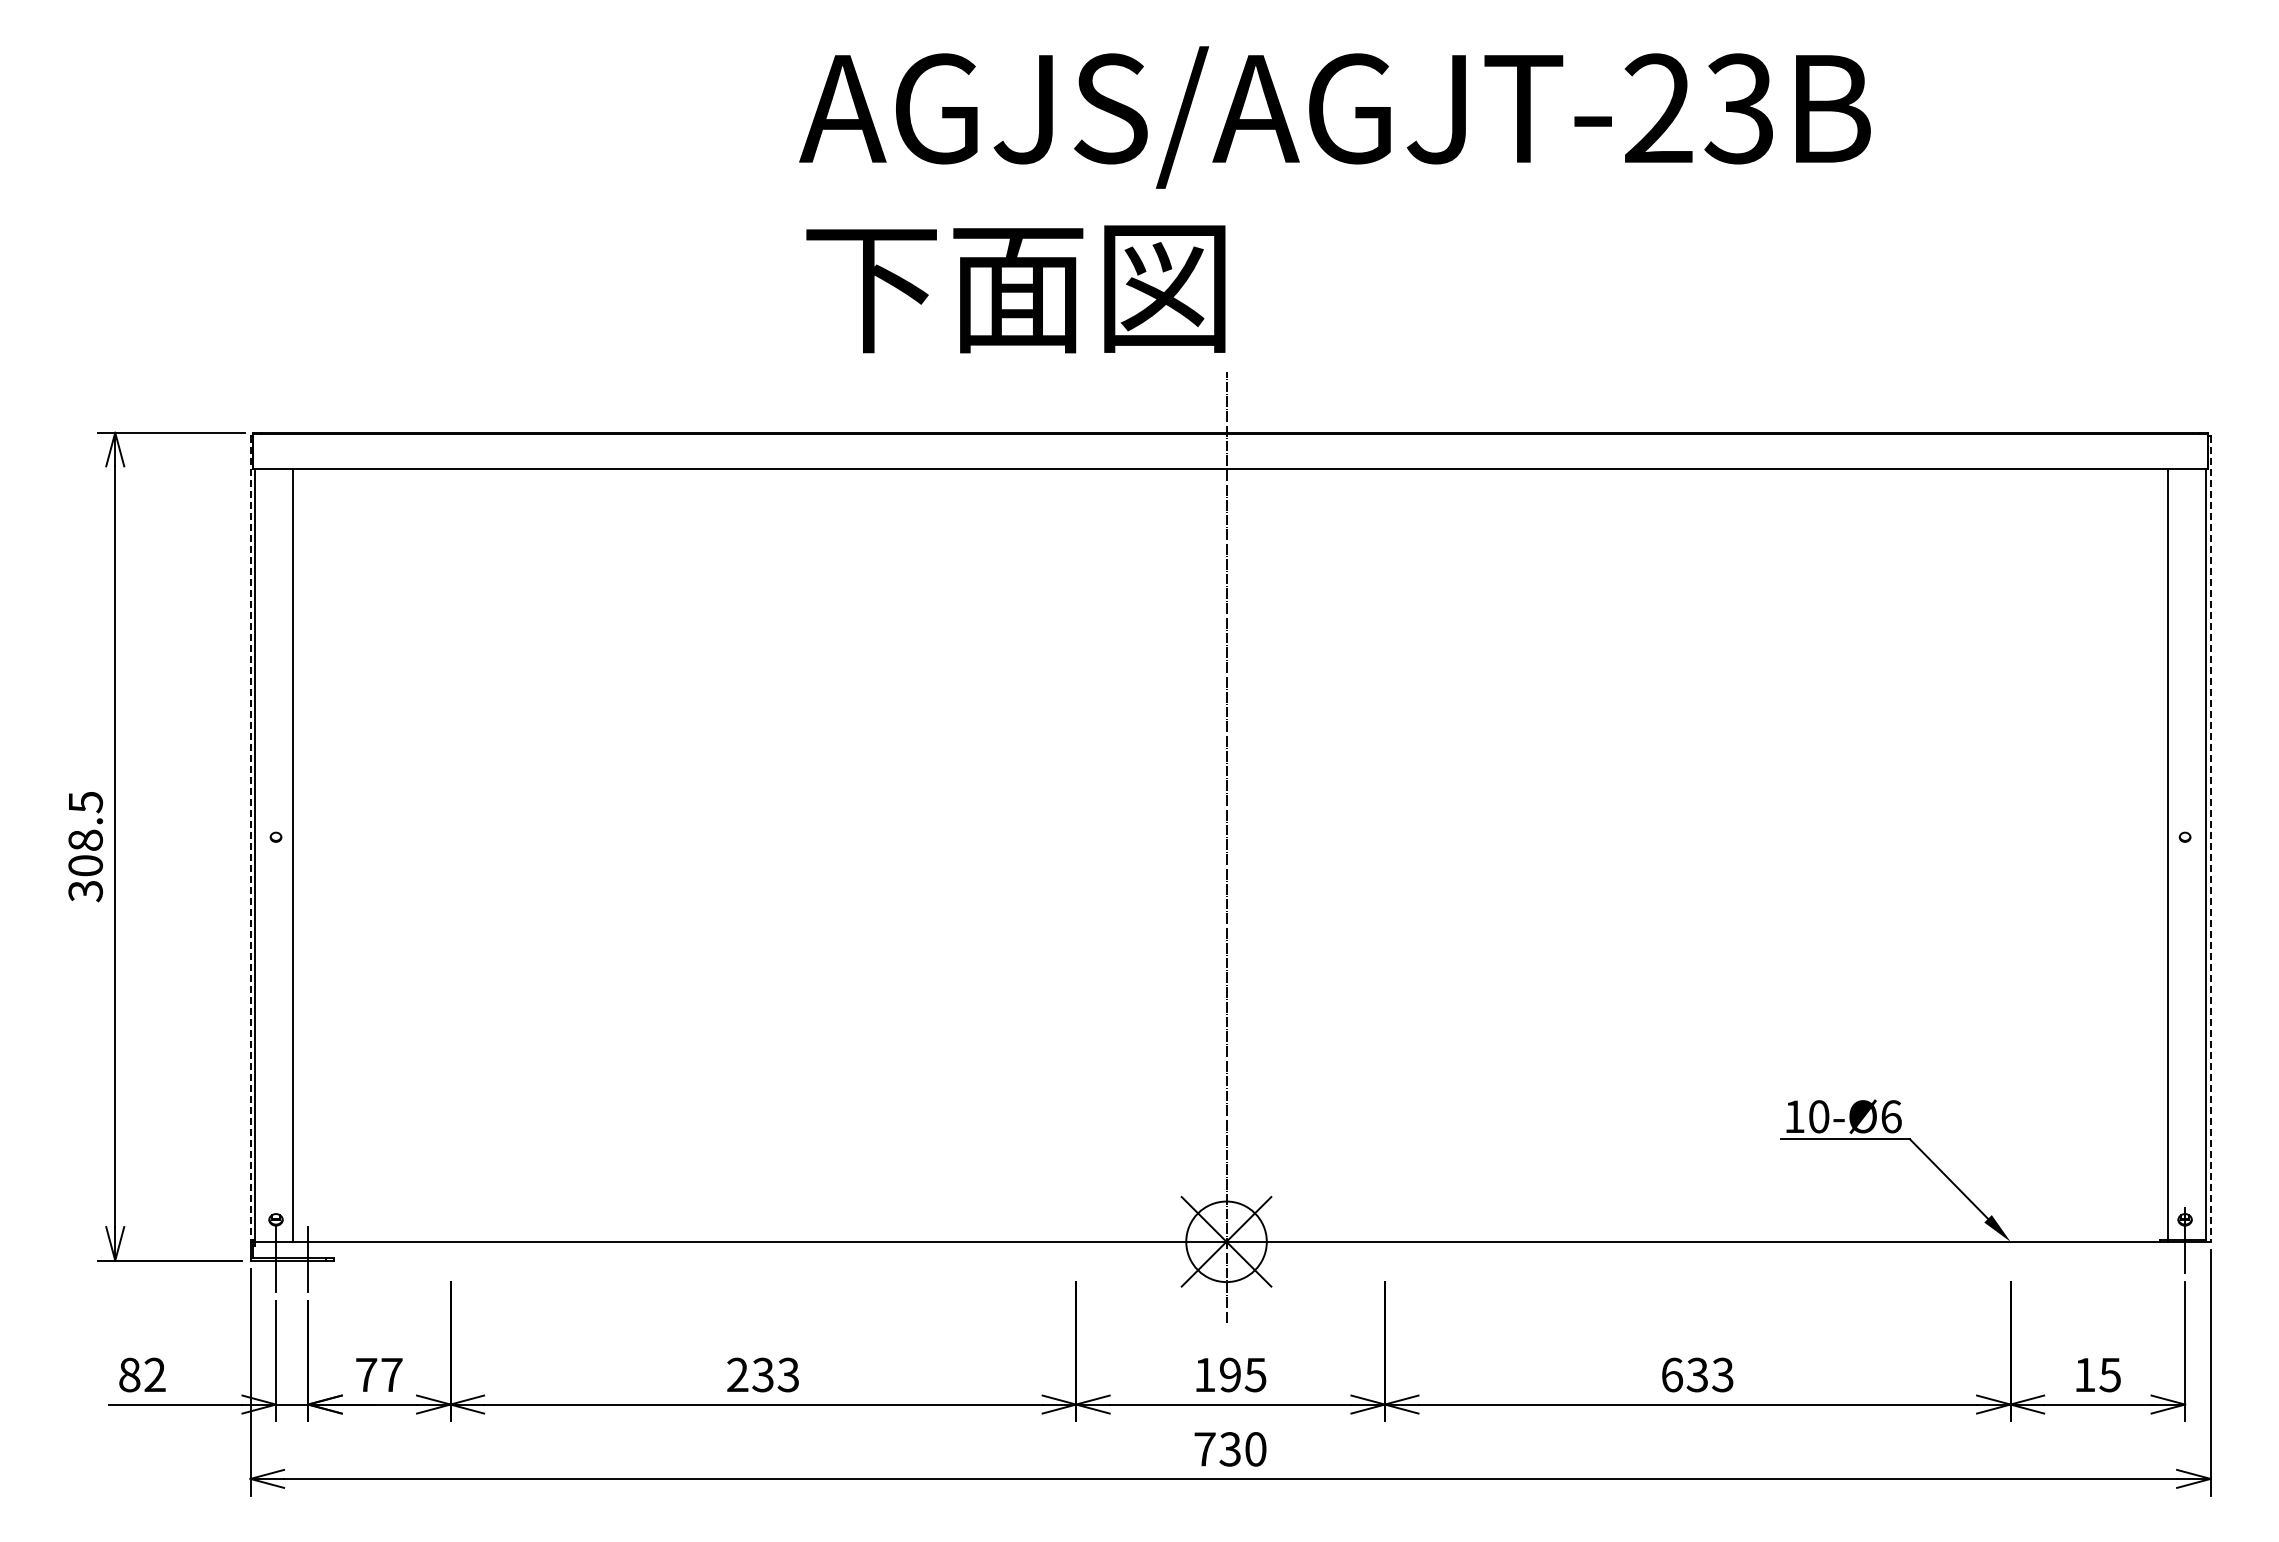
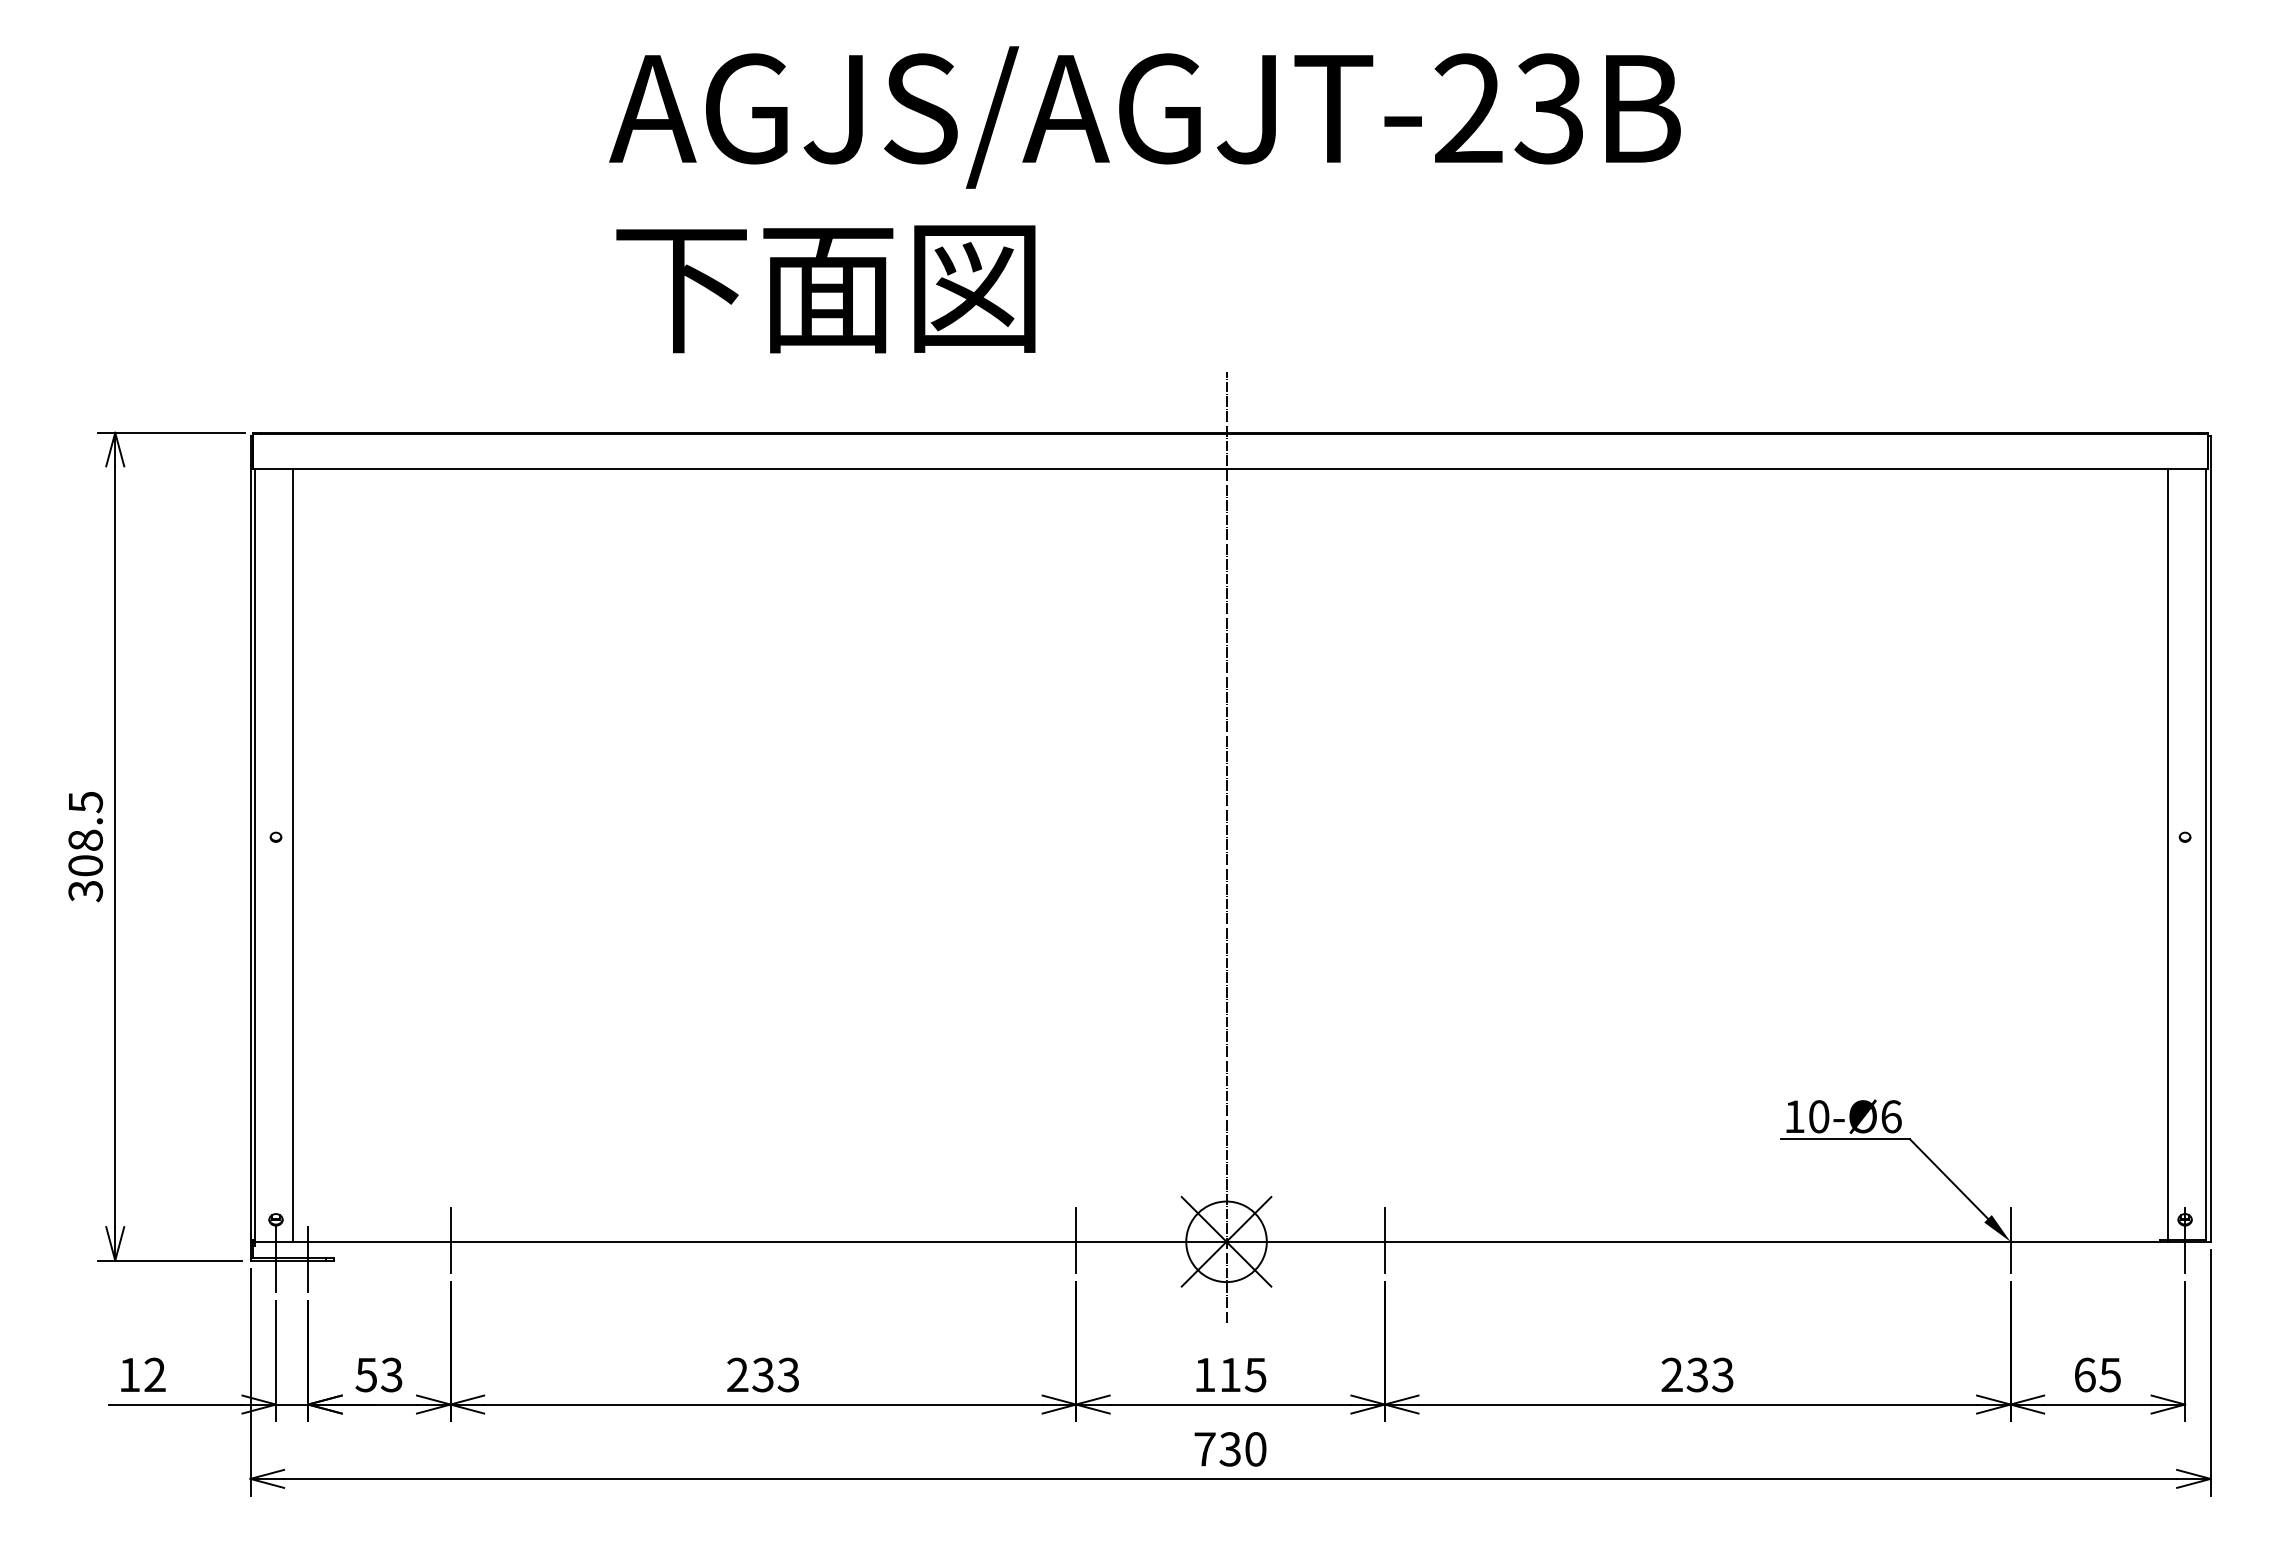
text at (1334, 199) position: (1334, 199) -> (1144, 199)
line at (250, 839): dashed -> solid
line at (2210, 839): dashed -> solid
line at (450, 1240): none -> present
line at (1076, 1240): none -> present
line at (1384, 1240): none -> present
line at (2010, 1240): none -> present
text at (129, 1374): 82 -> 12
text at (378, 1374): 77 -> 53
text at (1230, 1374): 195 -> 115
text at (1672, 1374): 633 -> 233
text at (2085, 1374): 15 -> 65
